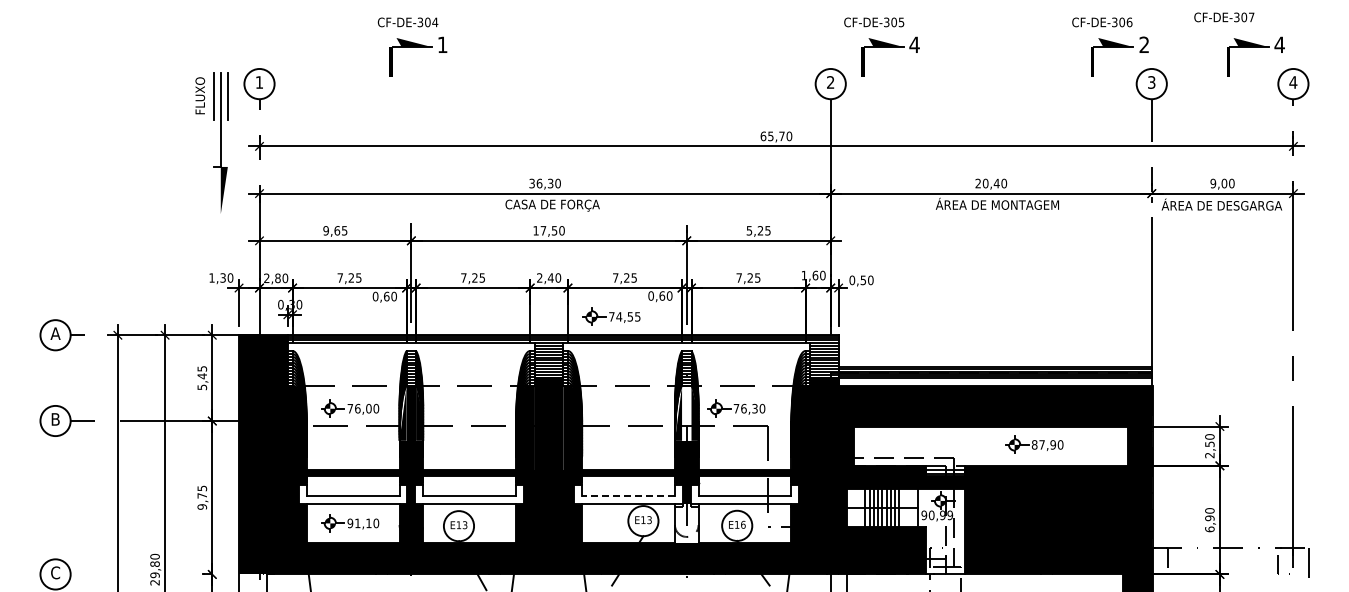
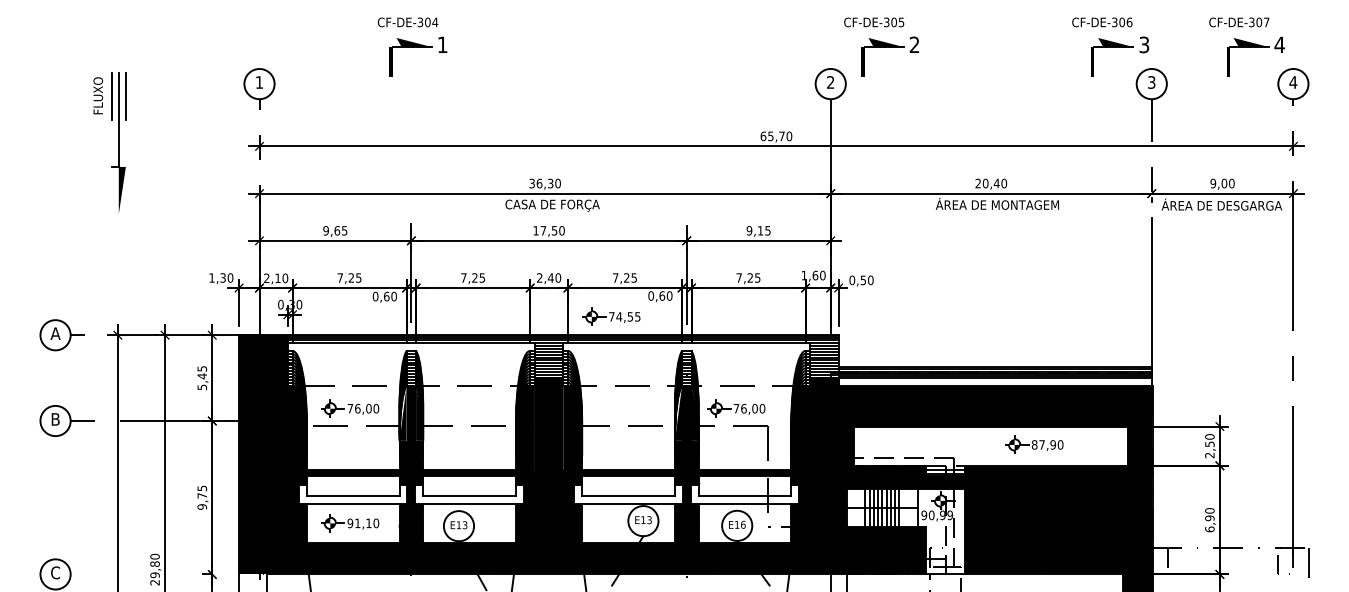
text at (1224, 17) position: (1224, 17) -> (1239, 22)
text at (914, 44): 4 -> 2
text at (1144, 44): 2 -> 3
part at (220, 142) position: (220, 142) -> (118, 142)
text at (754, 230): 5,25 -> 9,15
text at (277, 278): 2,80 -> 2,10
text at (754, 408): 76,30 -> 76,00
fill at (686, 412): none -> present
line at (628, 495): dashed -> solid
fill at (686, 522): none -> present
